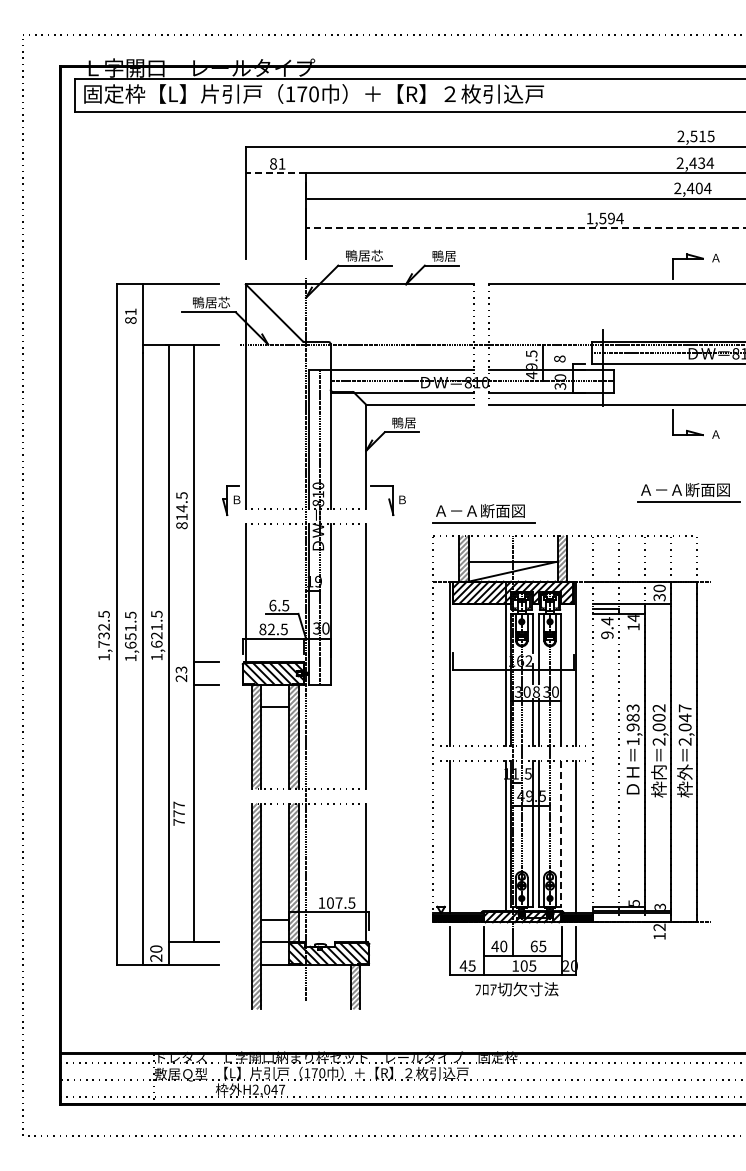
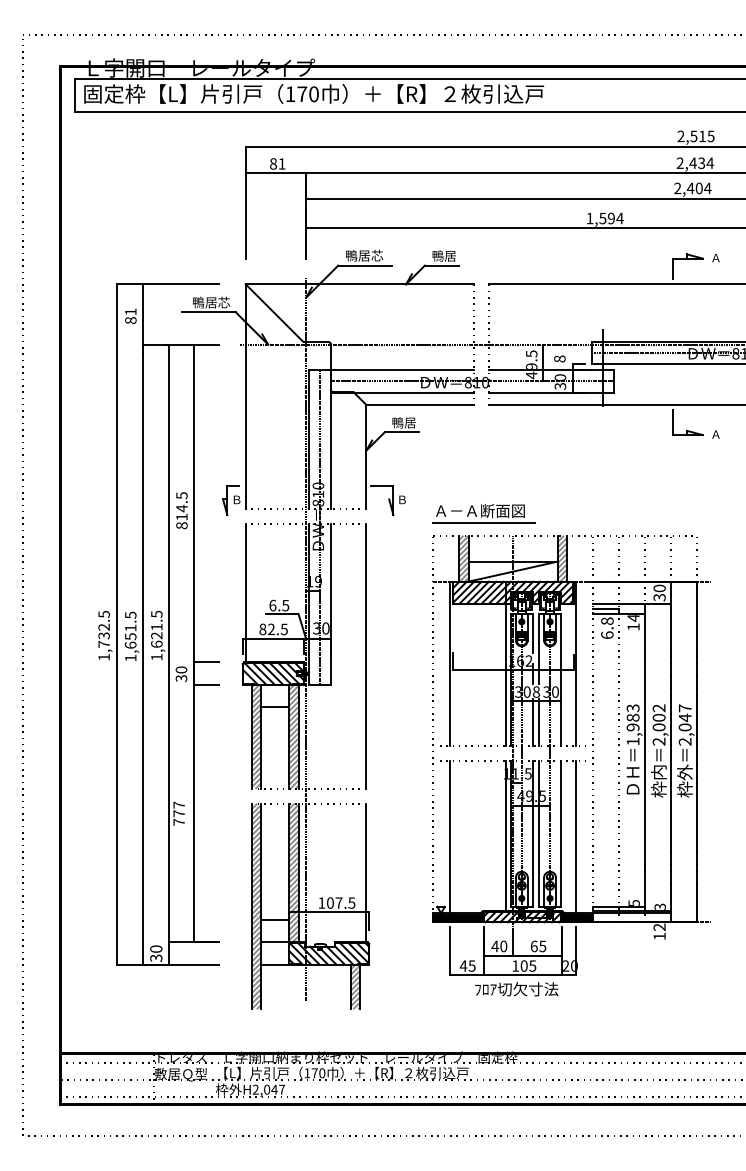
line at (275, 173): dashed -> solid
line at (525, 228): dashed -> solid
part at (688, 492): present -> none
text at (607, 628): 9.4 -> 6.8
text at (181, 674): 23 -> 30
line at (561, 834): dashed -> solid
text at (156, 957): 20 -> 30
